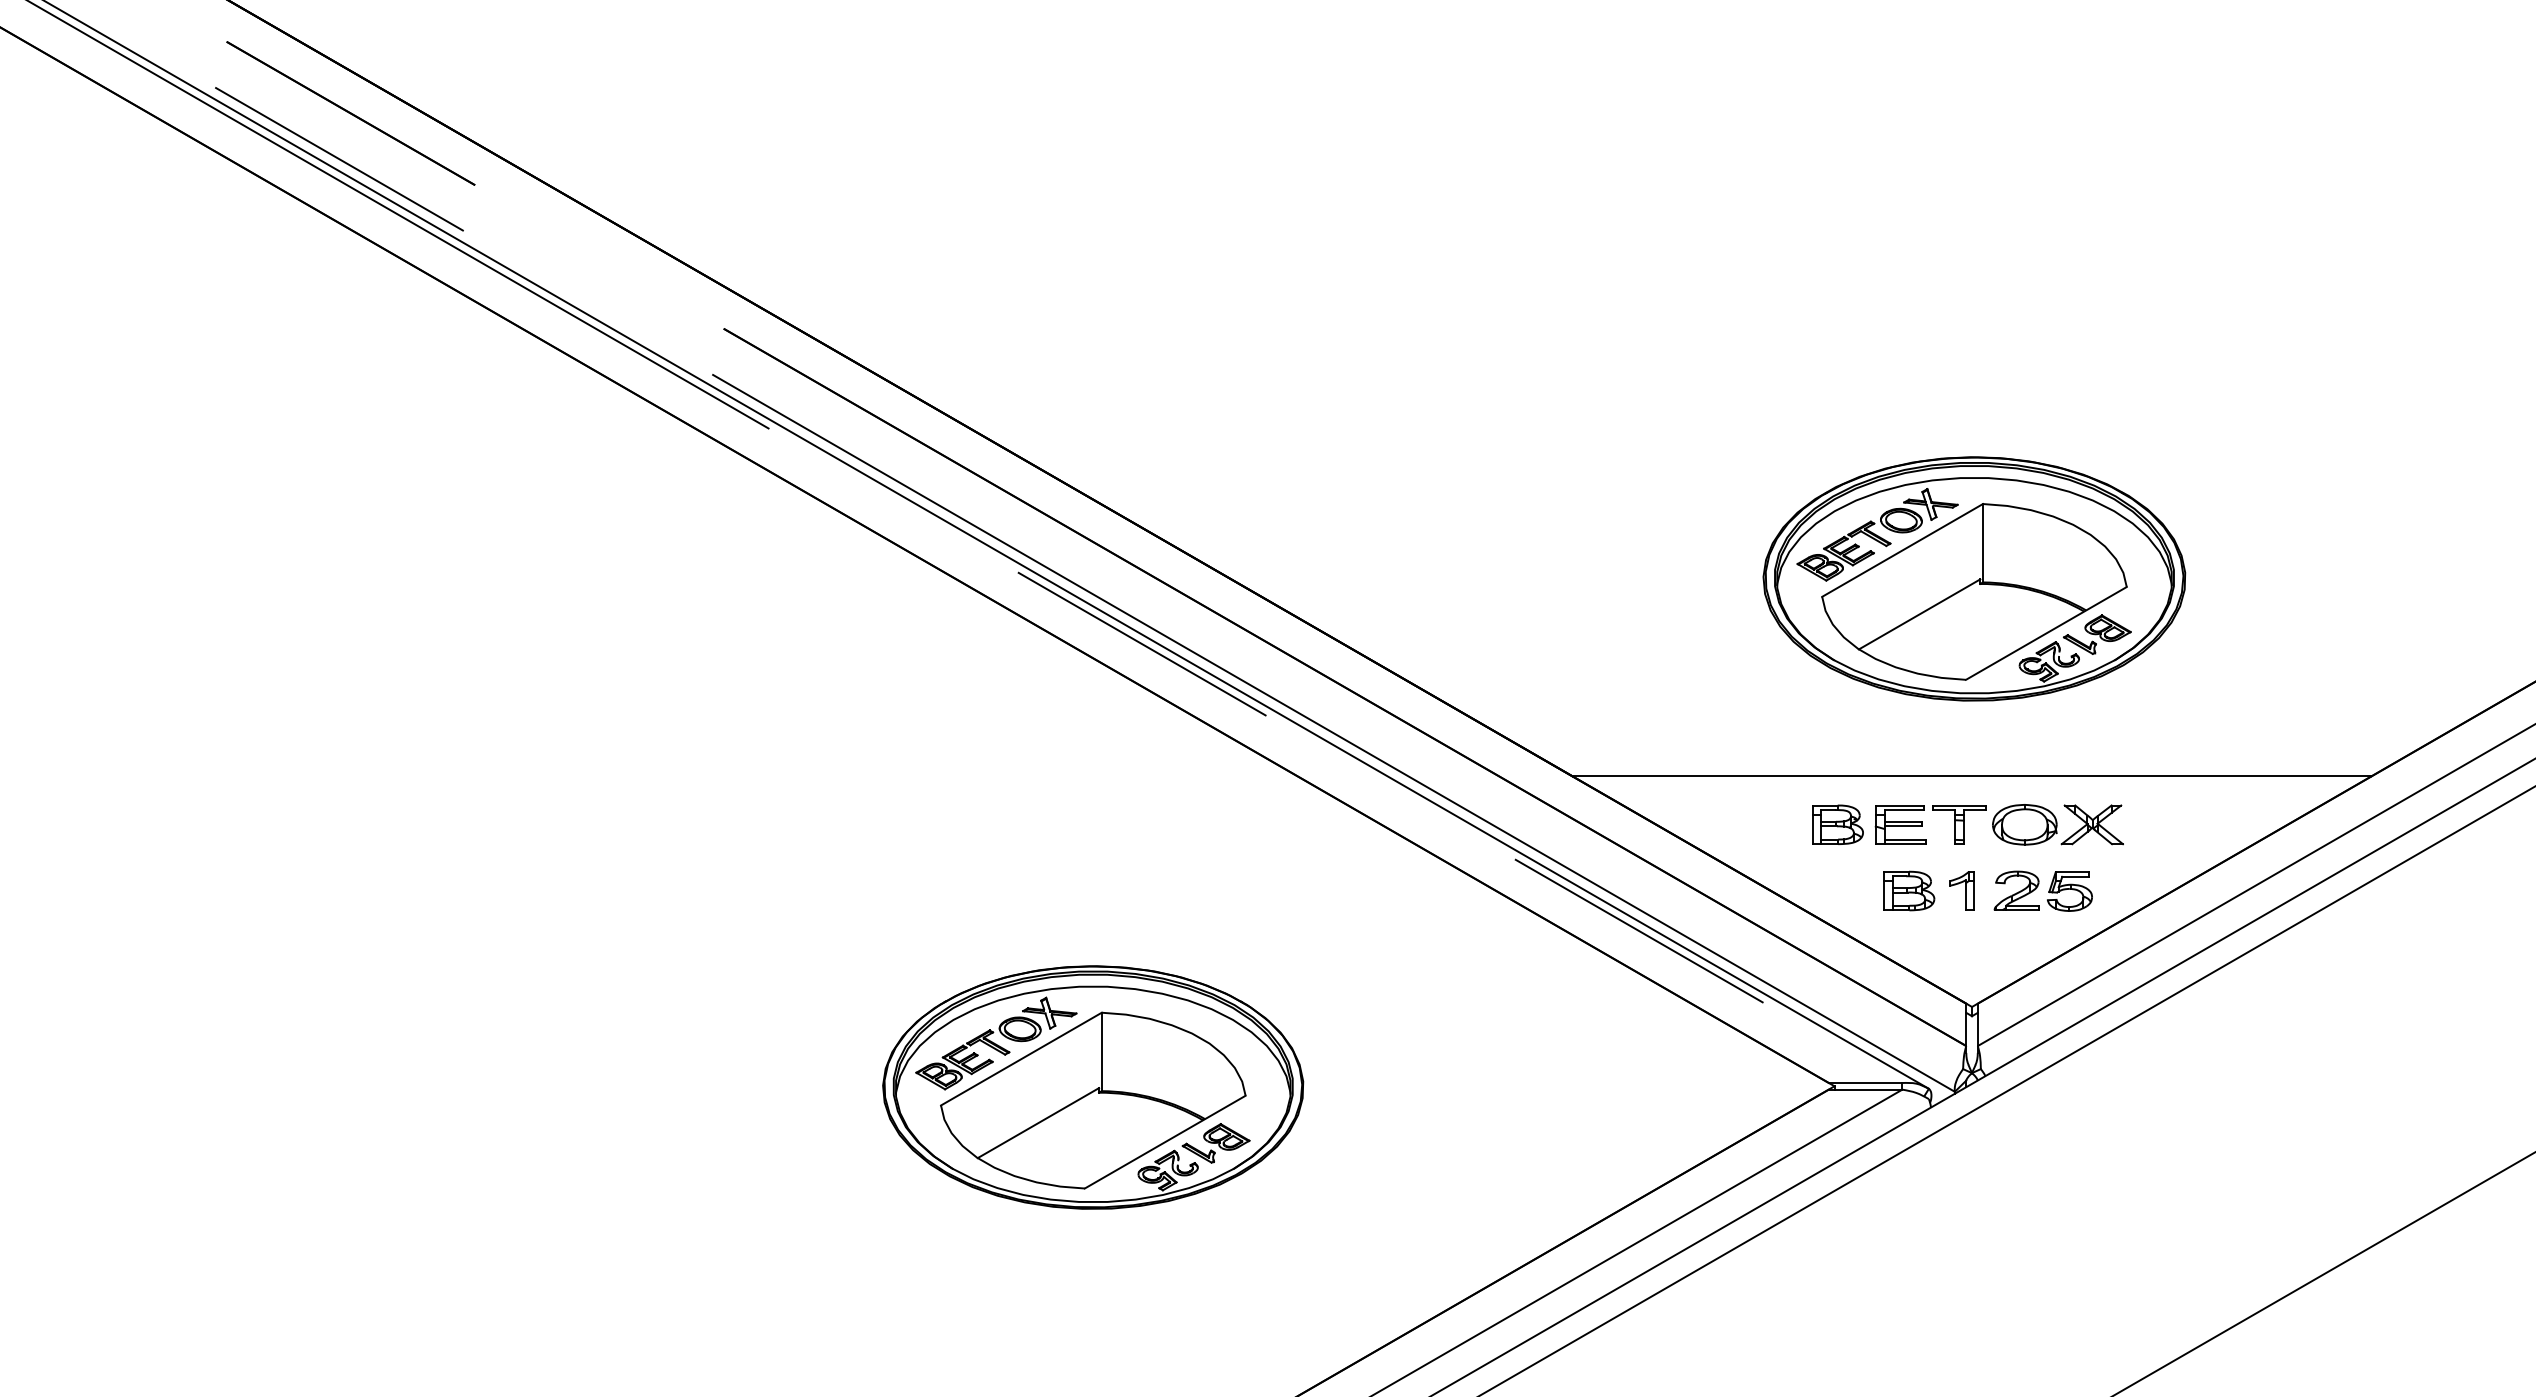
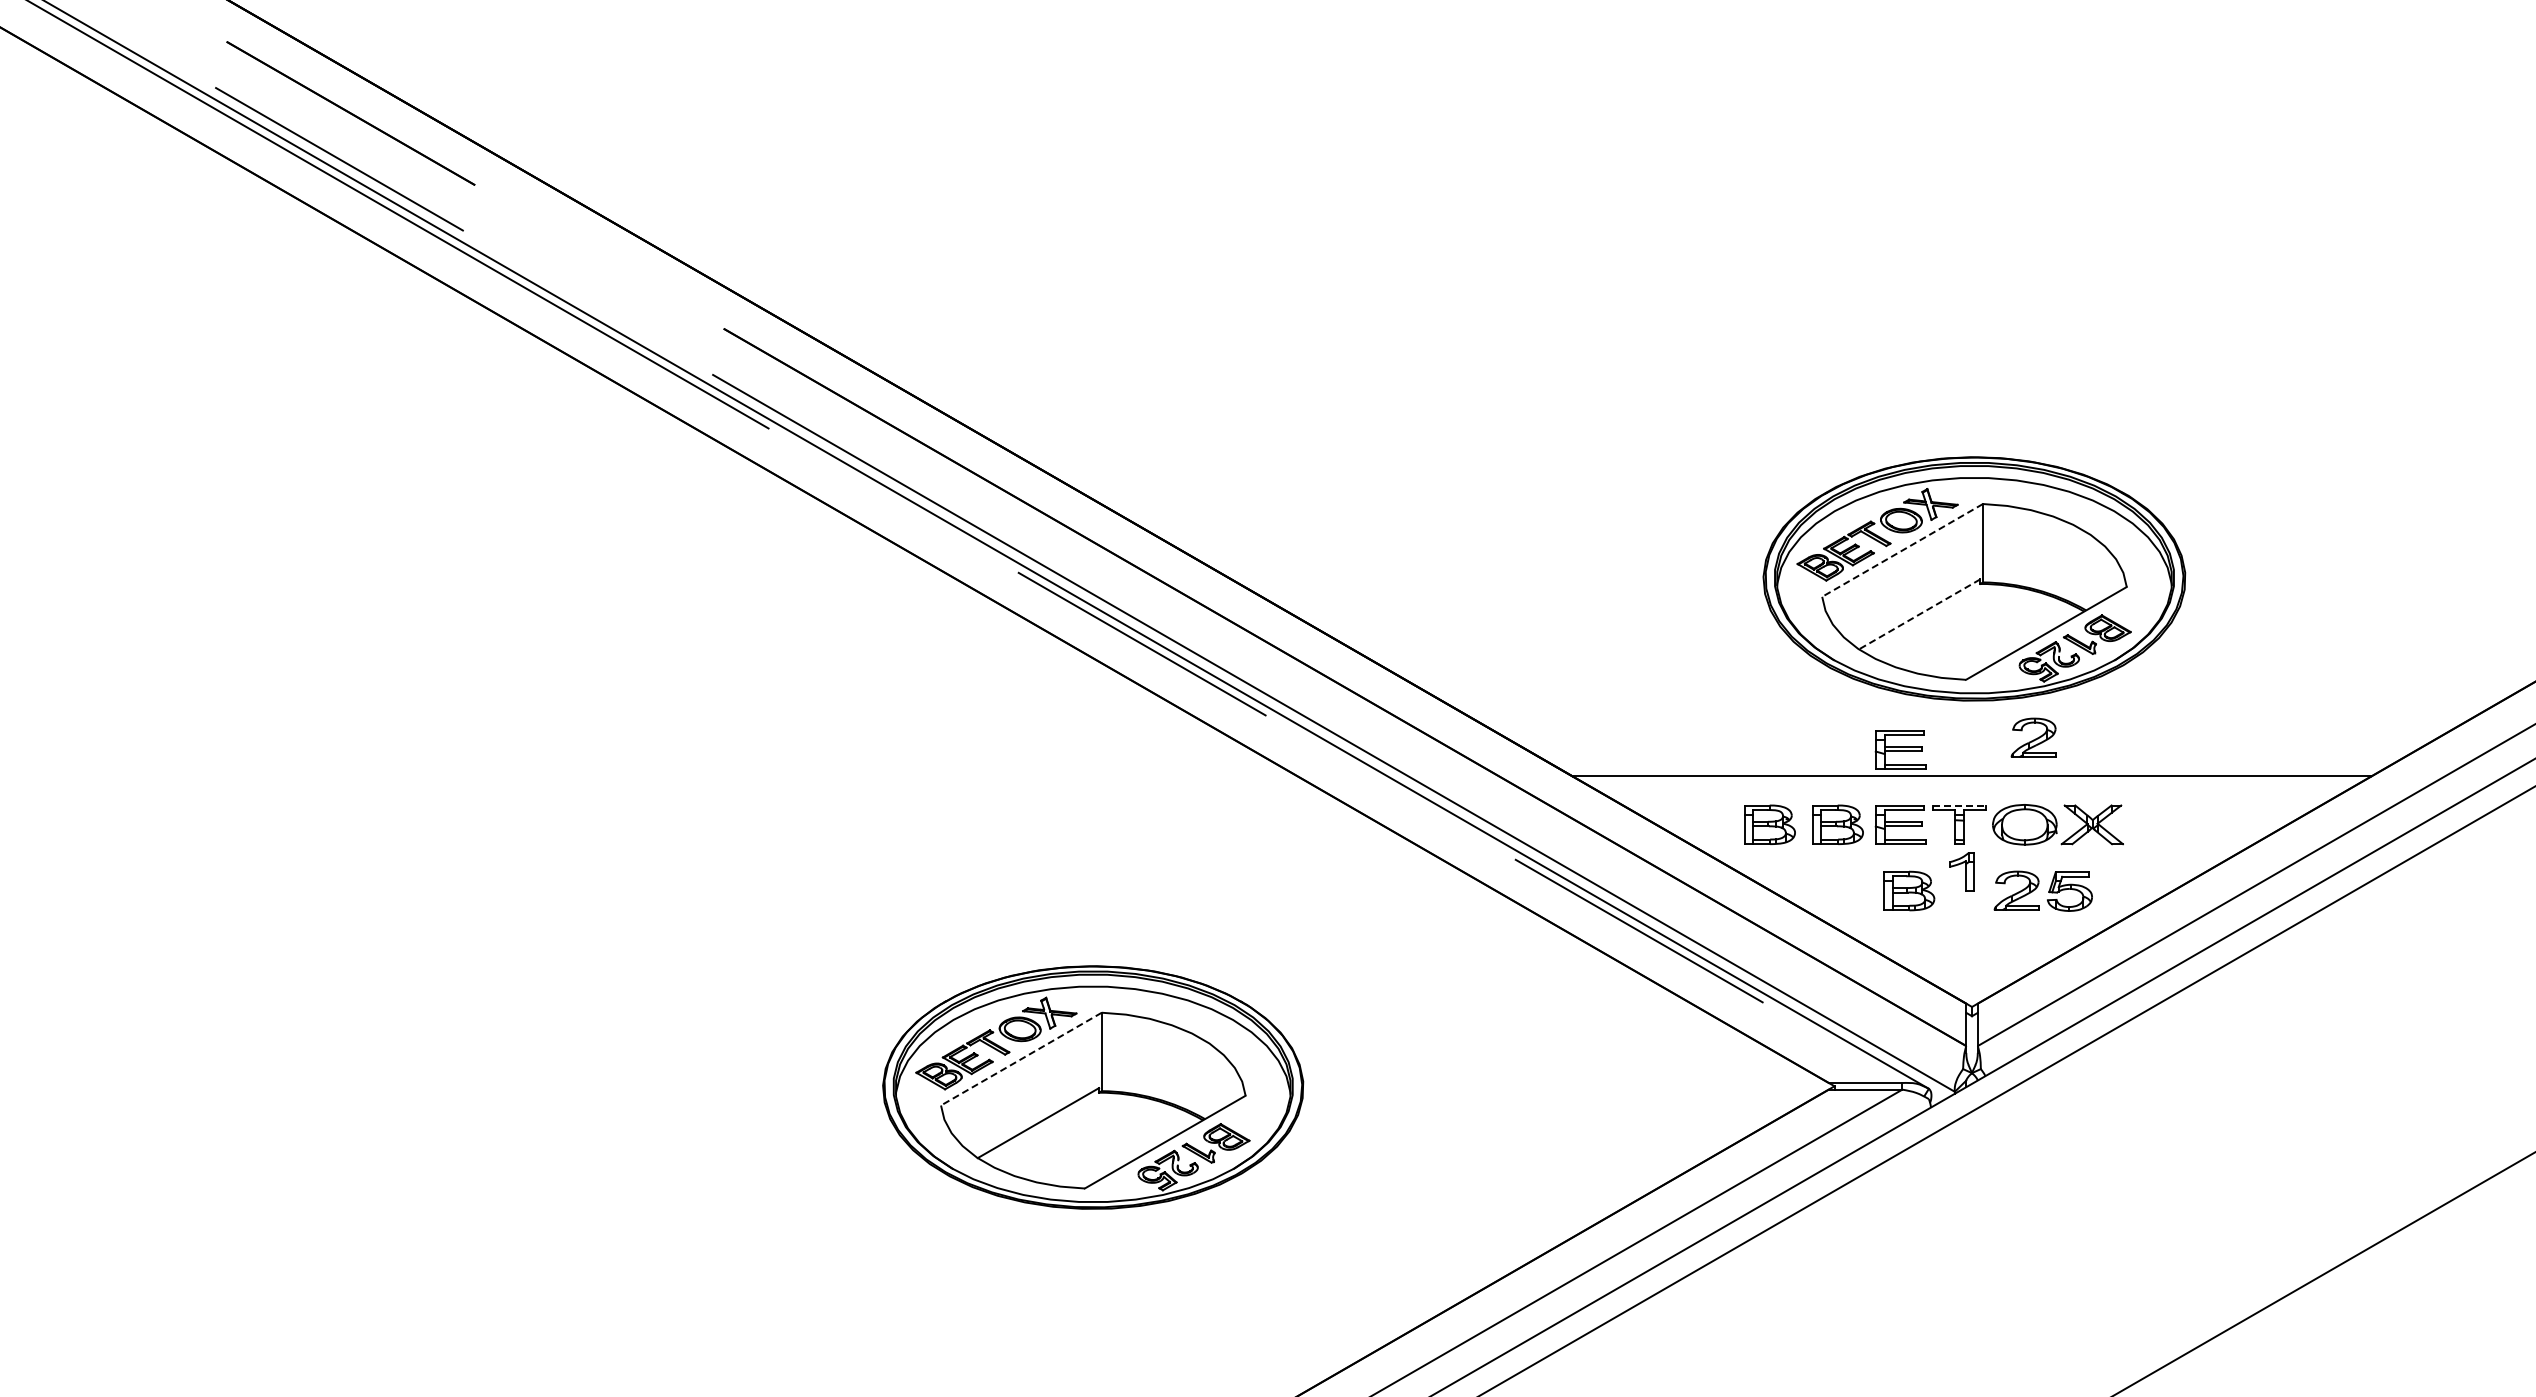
line at (1902, 550): solid -> dashed
line at (1919, 614): solid -> dashed
part at (2033, 737): none -> present
part at (1900, 749): none -> present
line at (1960, 805): solid -> dashed
part at (1769, 824): none -> present
part at (1961, 890) position: (1961, 890) -> (1961, 871)
line at (1021, 1059): solid -> dashed
